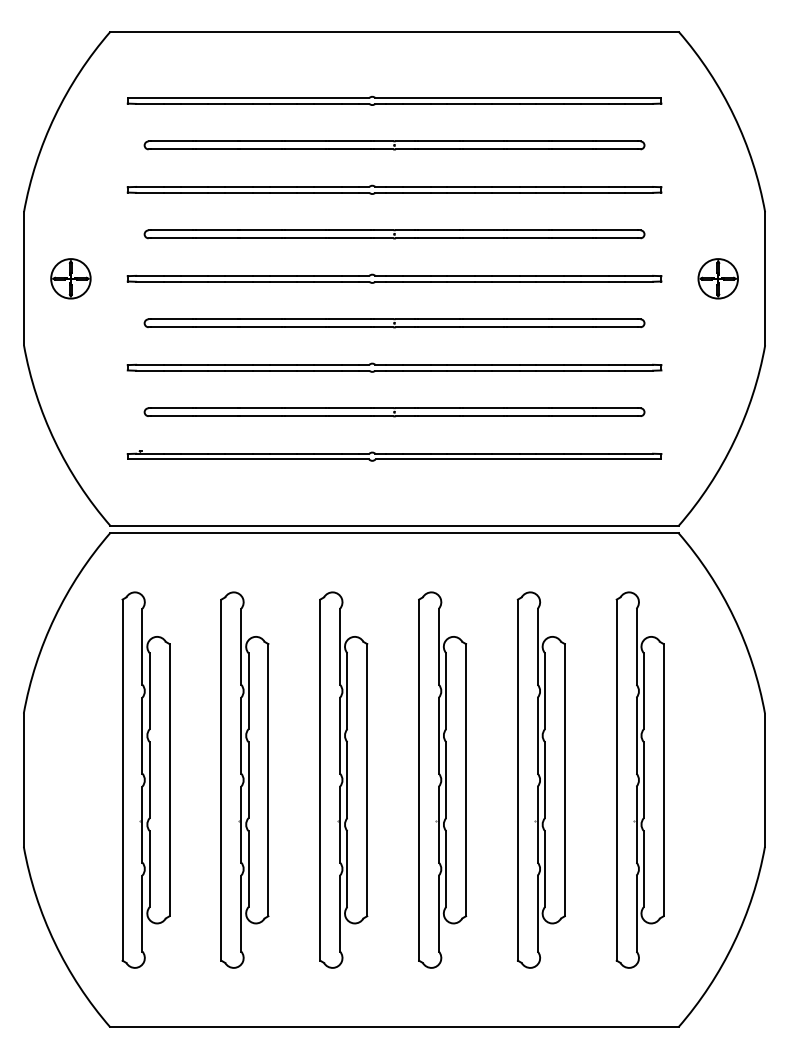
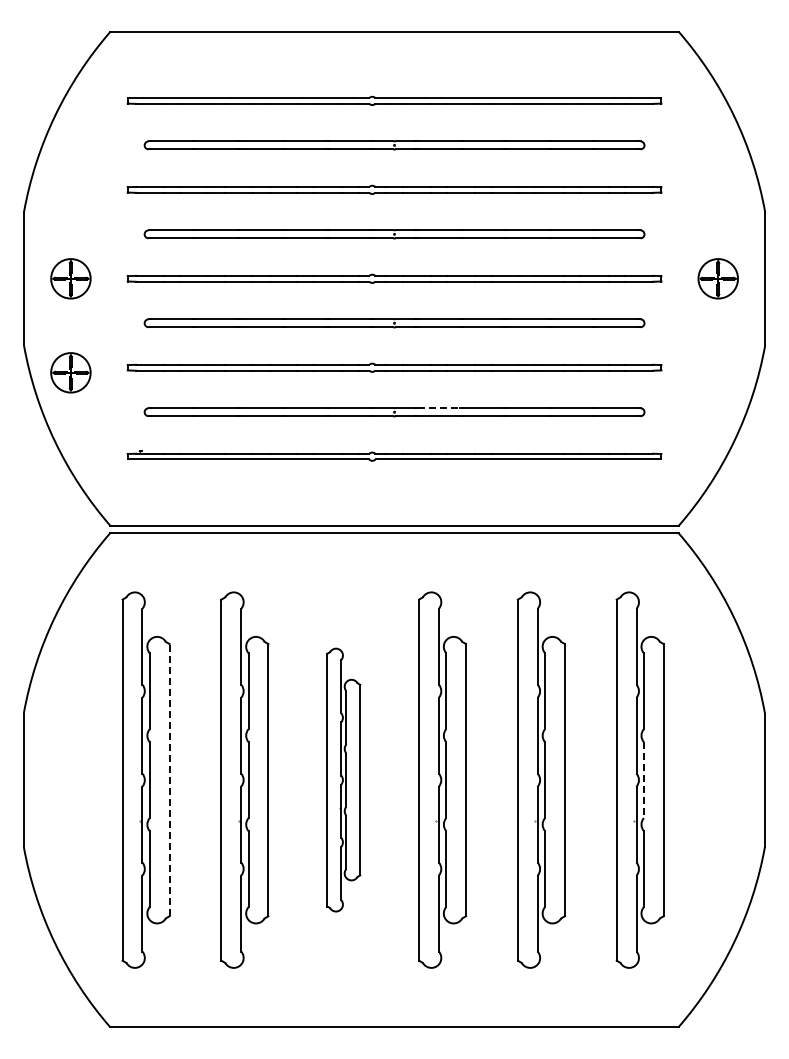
part at (70, 372): none -> present
line at (439, 408): solid -> dashed
line at (169, 779): solid -> dashed
part at (343, 779) size: 50x378 px -> 36x266 px
line at (643, 780): solid -> dashed
